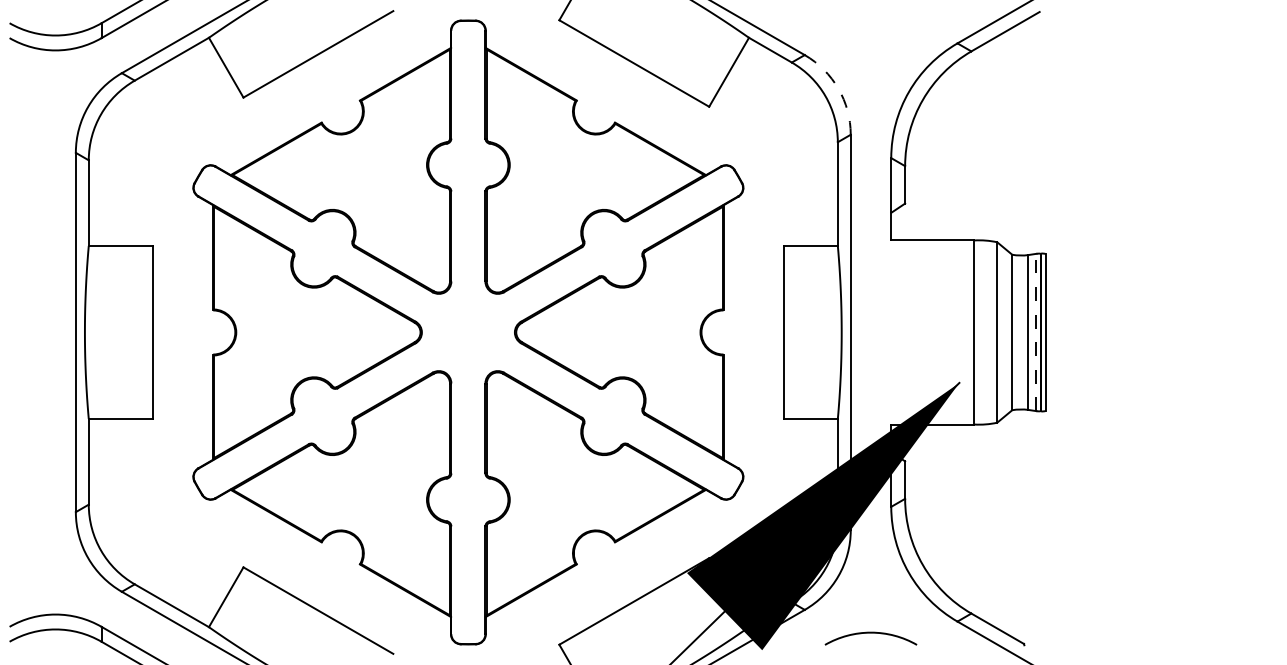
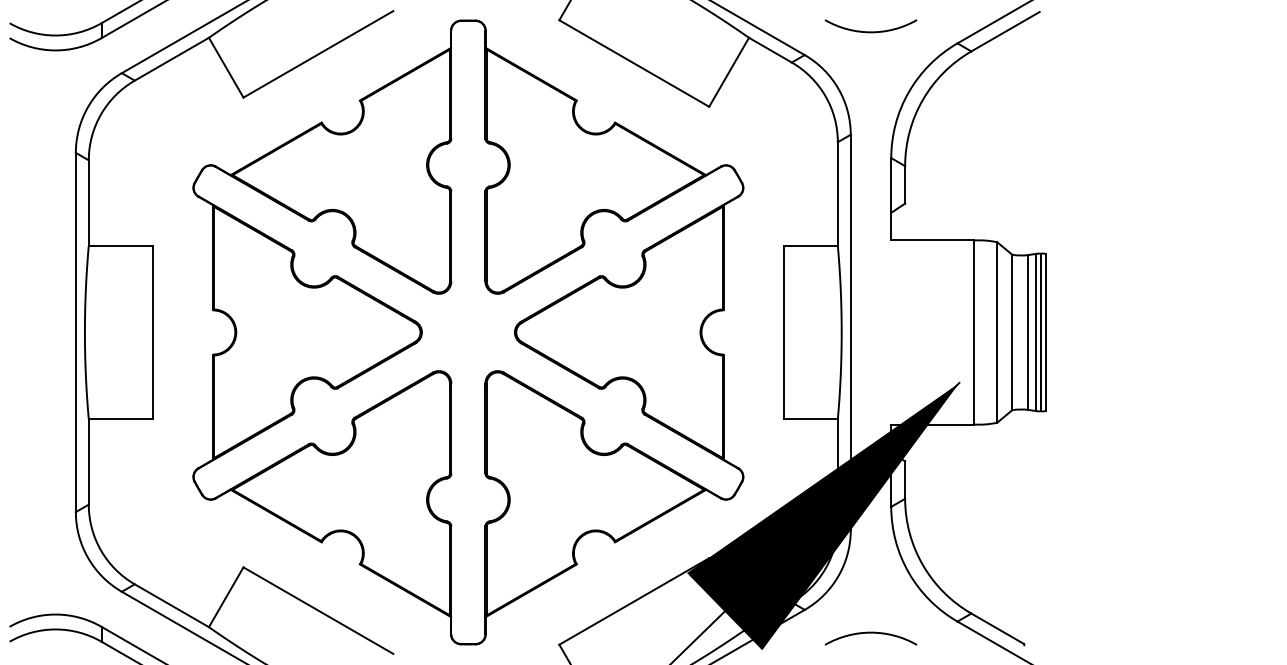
arc at (870, 31): none -> present
arc at (838, 88): dashed -> solid
line at (1036, 332): dashed -> solid
